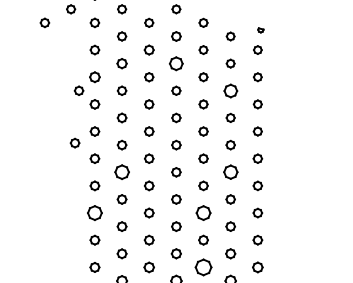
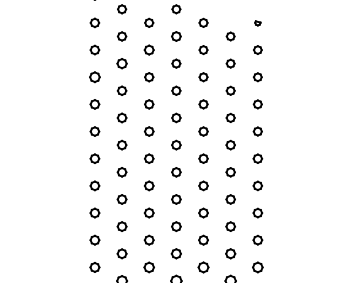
part at (71, 9): present -> none
part at (44, 22): present -> none
part at (260, 30) position: (260, 30) -> (257, 23)
part at (176, 63) size: 15x16 px -> 11x11 px
part at (78, 90): present -> none
part at (230, 90) size: 16x16 px -> 11x11 px
part at (74, 142): present -> none
part at (121, 171) size: 16x16 px -> 12x11 px
part at (230, 171) size: 16x16 px -> 11x11 px
part at (94, 212) size: 16x16 px -> 12x12 px
part at (203, 212) size: 17x16 px -> 11x12 px
part at (203, 267) size: 19x19 px -> 13x13 px
